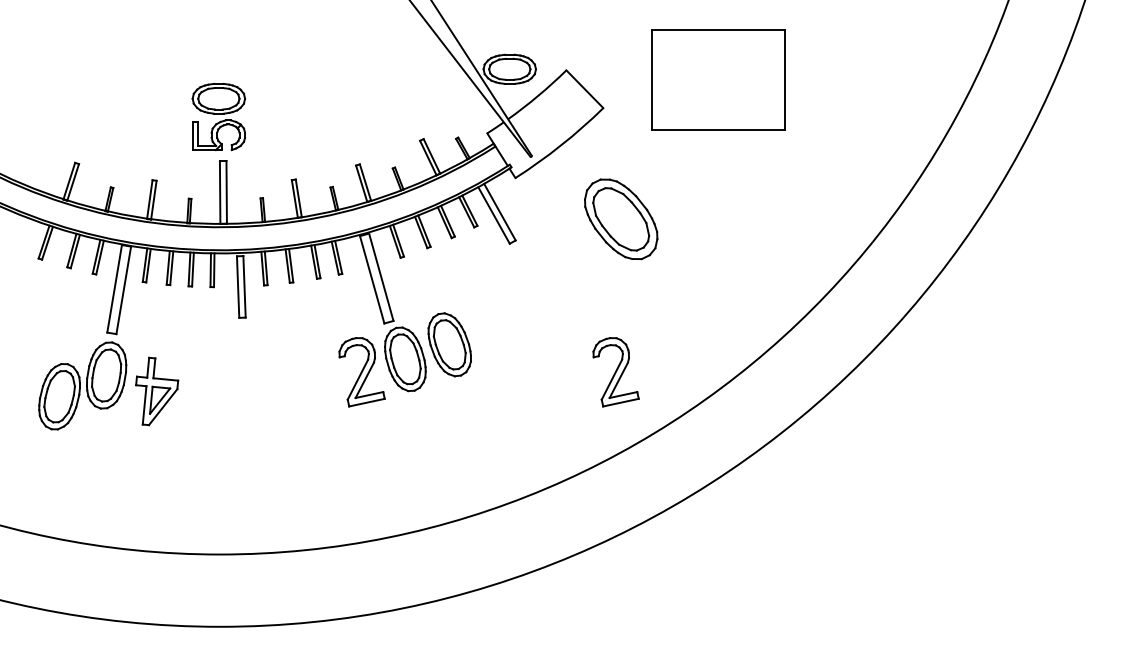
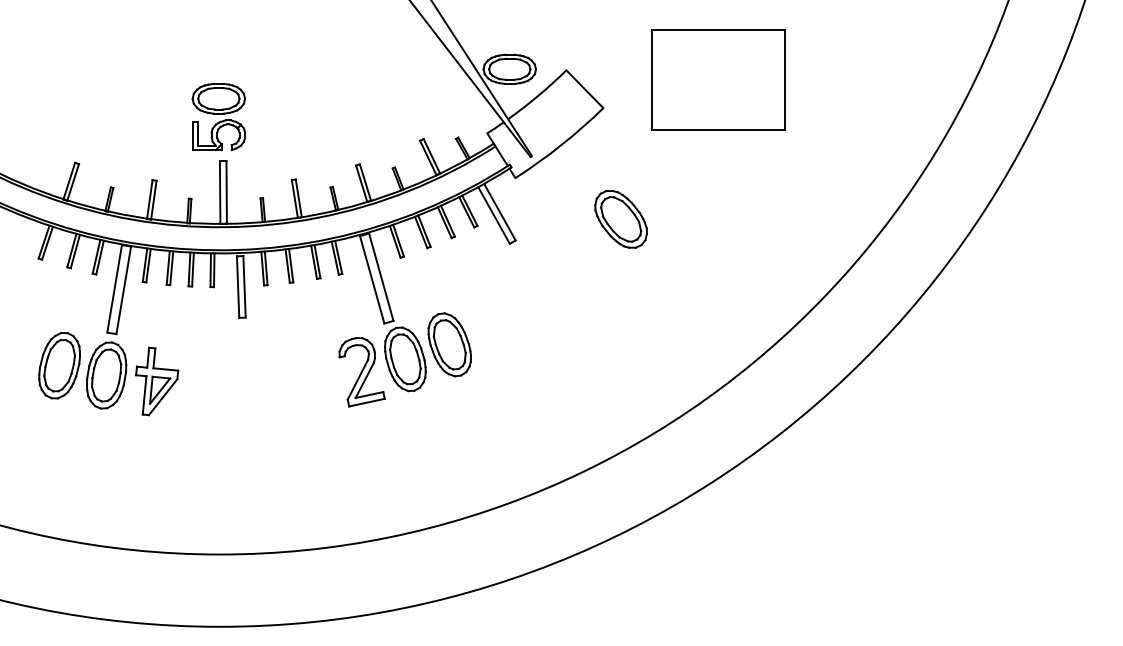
part at (621, 219) size: 75x83 px -> 54x59 px
part at (615, 372): present -> none
part at (157, 391) position: (157, 391) -> (157, 381)
part at (59, 396) position: (59, 396) -> (59, 365)
